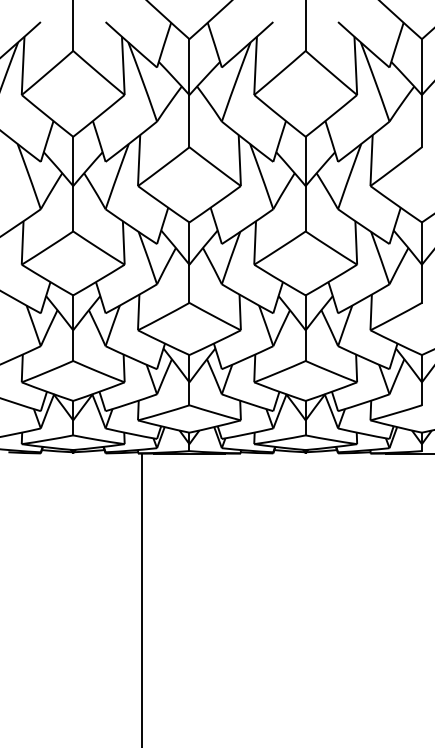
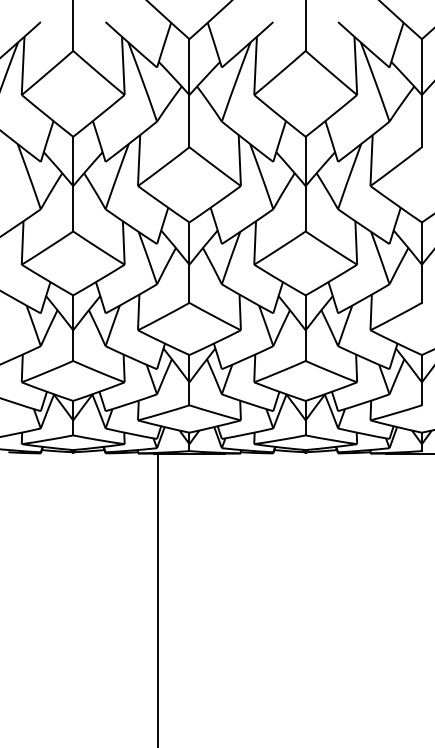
line at (141, 598) position: (141, 598) -> (157, 598)
